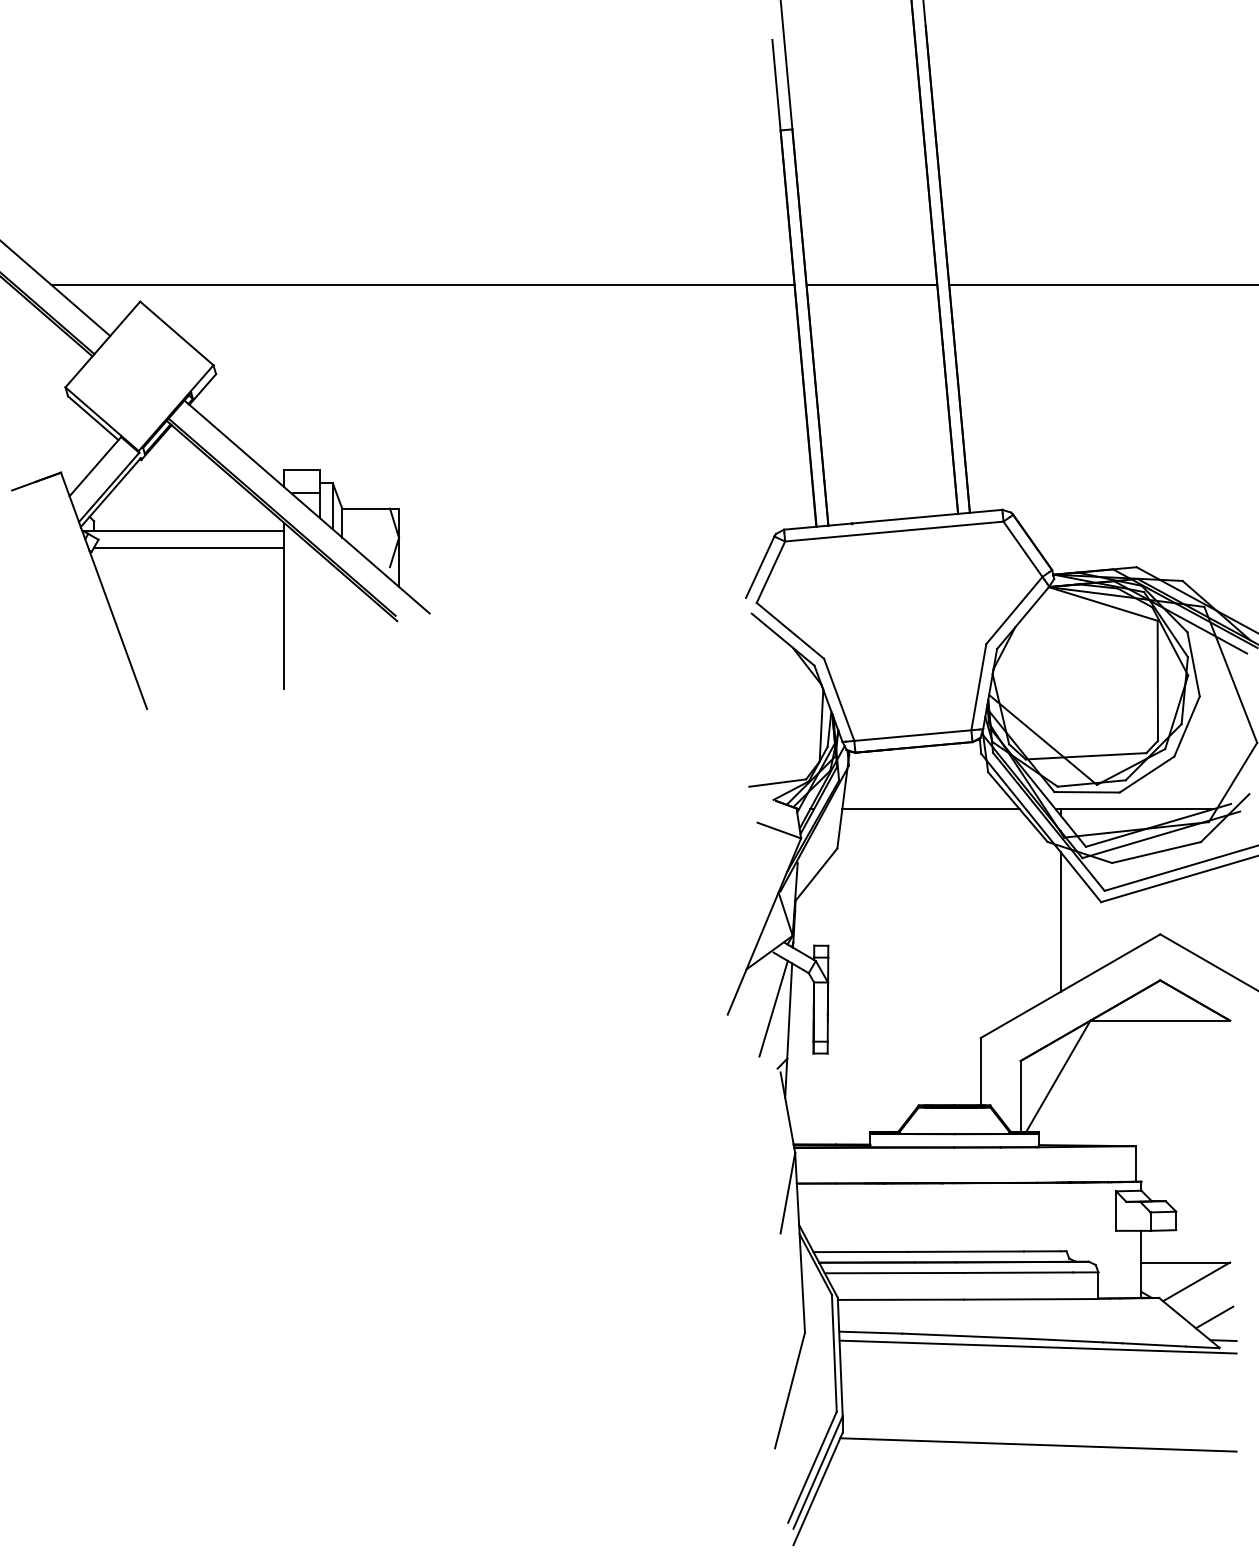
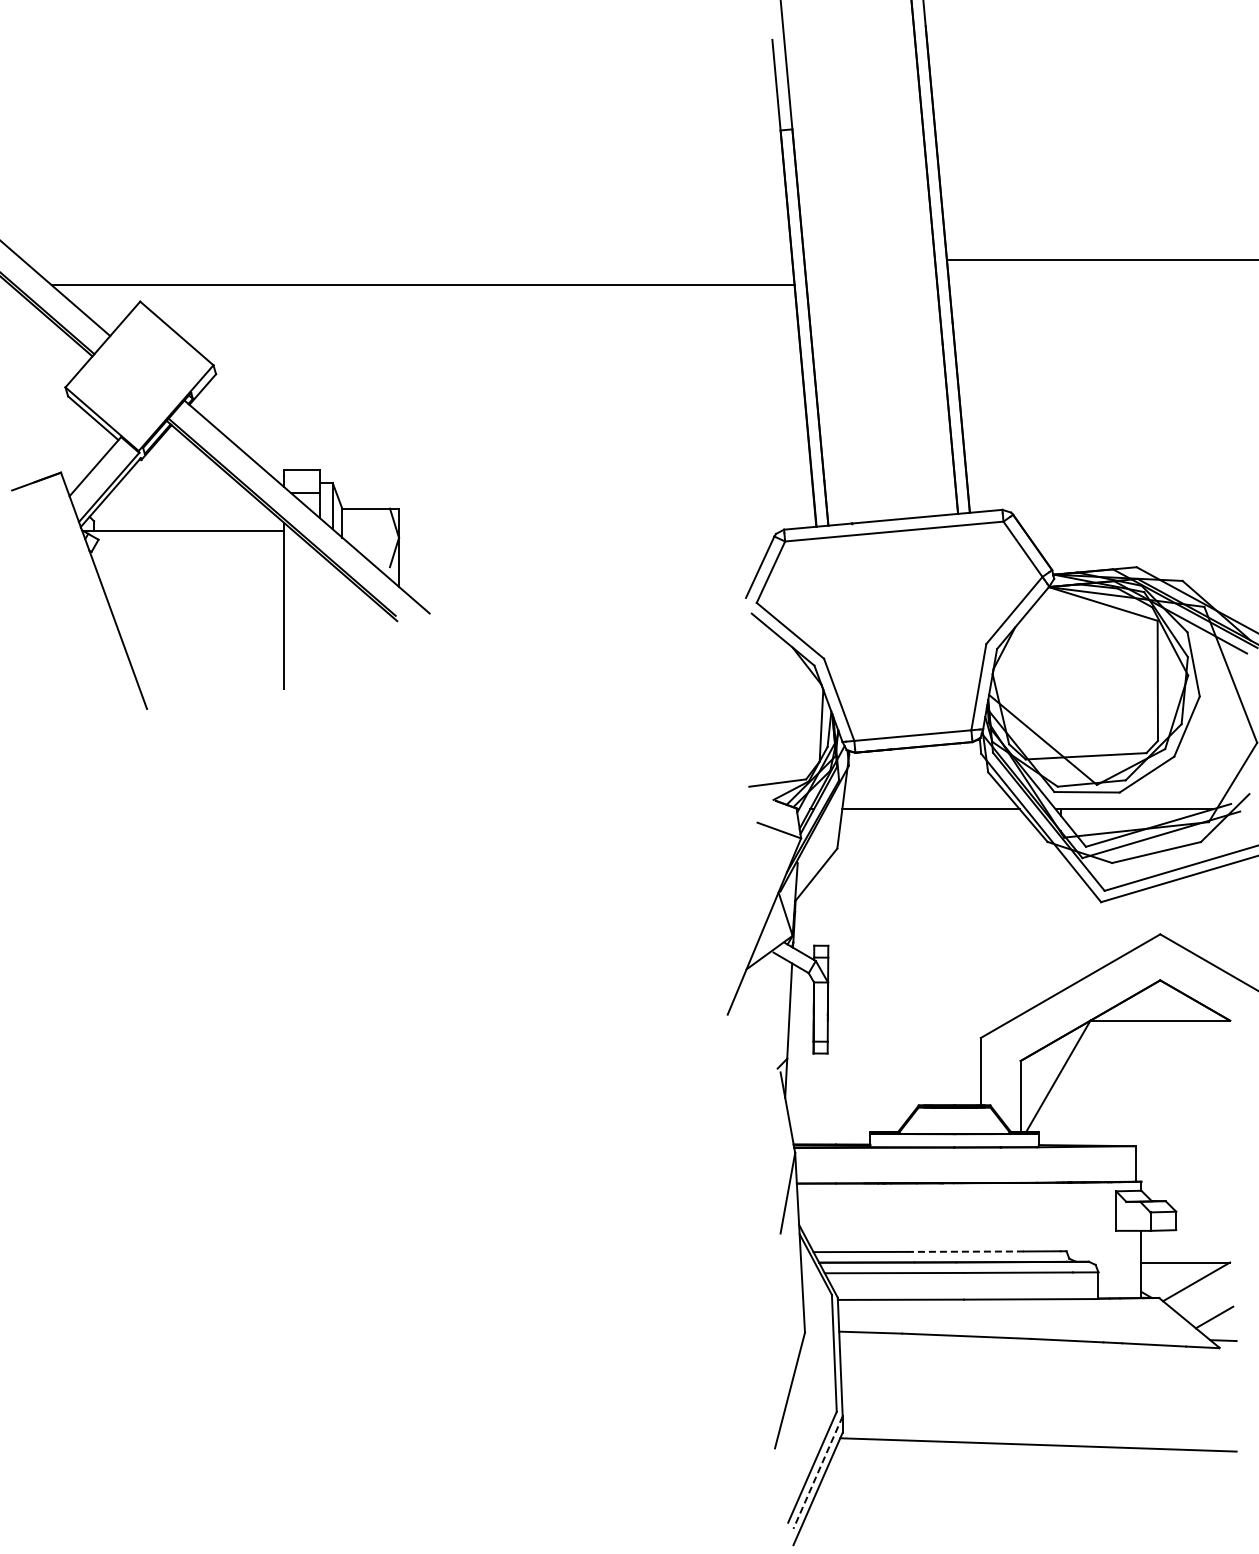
line at (871, 285): present -> none
line at (1102, 285) position: (1102, 285) -> (1102, 260)
line at (188, 548): present -> none
line at (1060, 921): present -> none
line at (773, 1008): present -> none
line at (965, 1251): solid -> dashed
line at (1037, 1346): present -> none
line at (817, 1473): solid -> dashed
